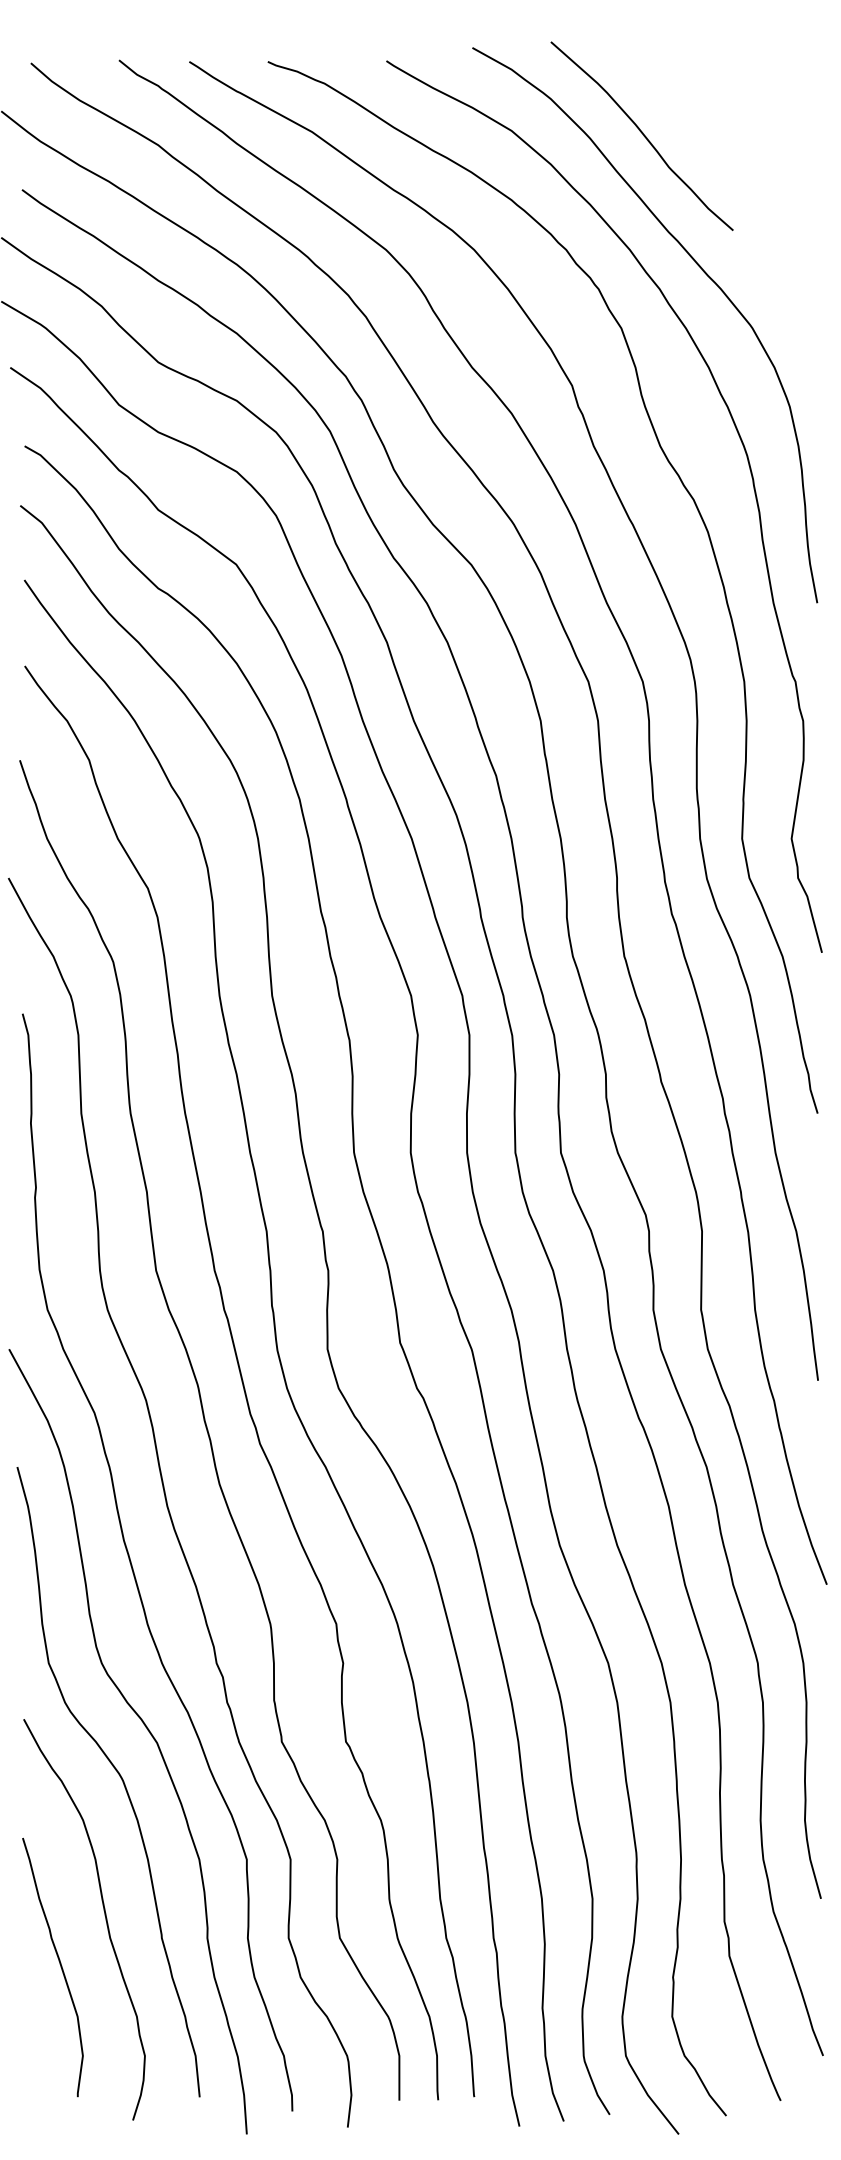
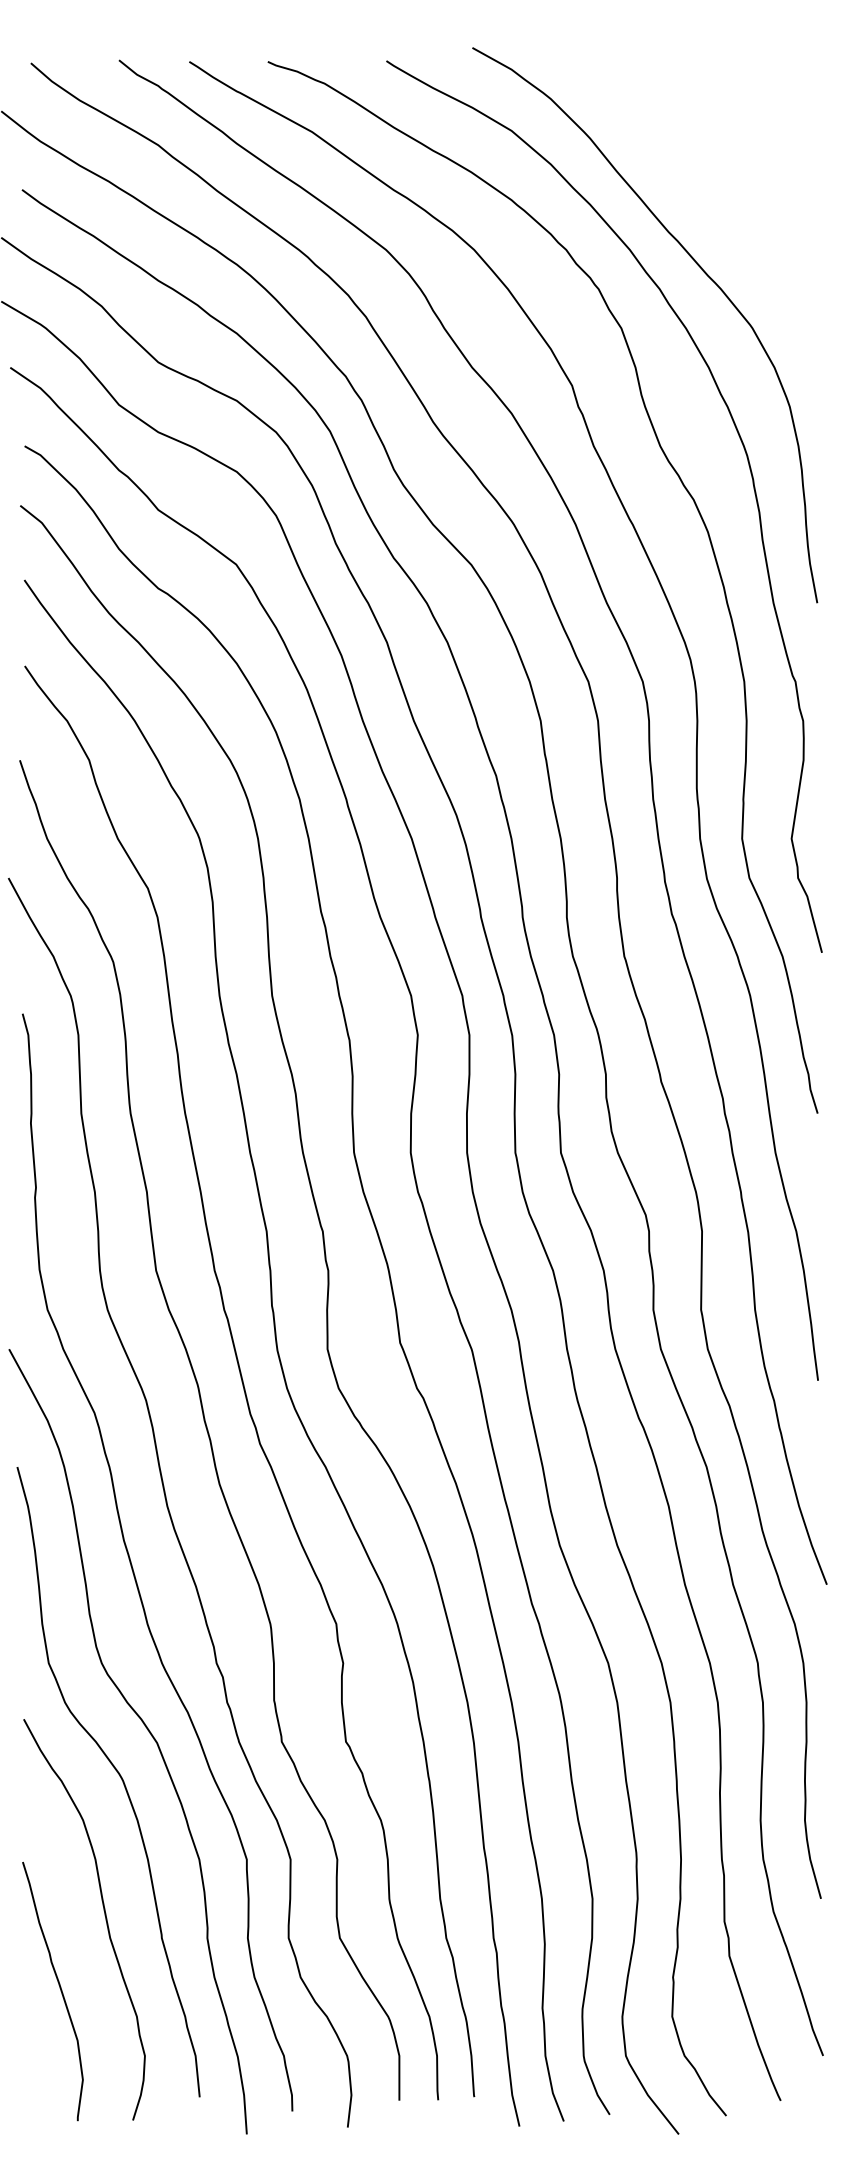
curve at (642, 134): present -> none
curve at (59, 1964) position: (59, 1964) -> (59, 1988)
